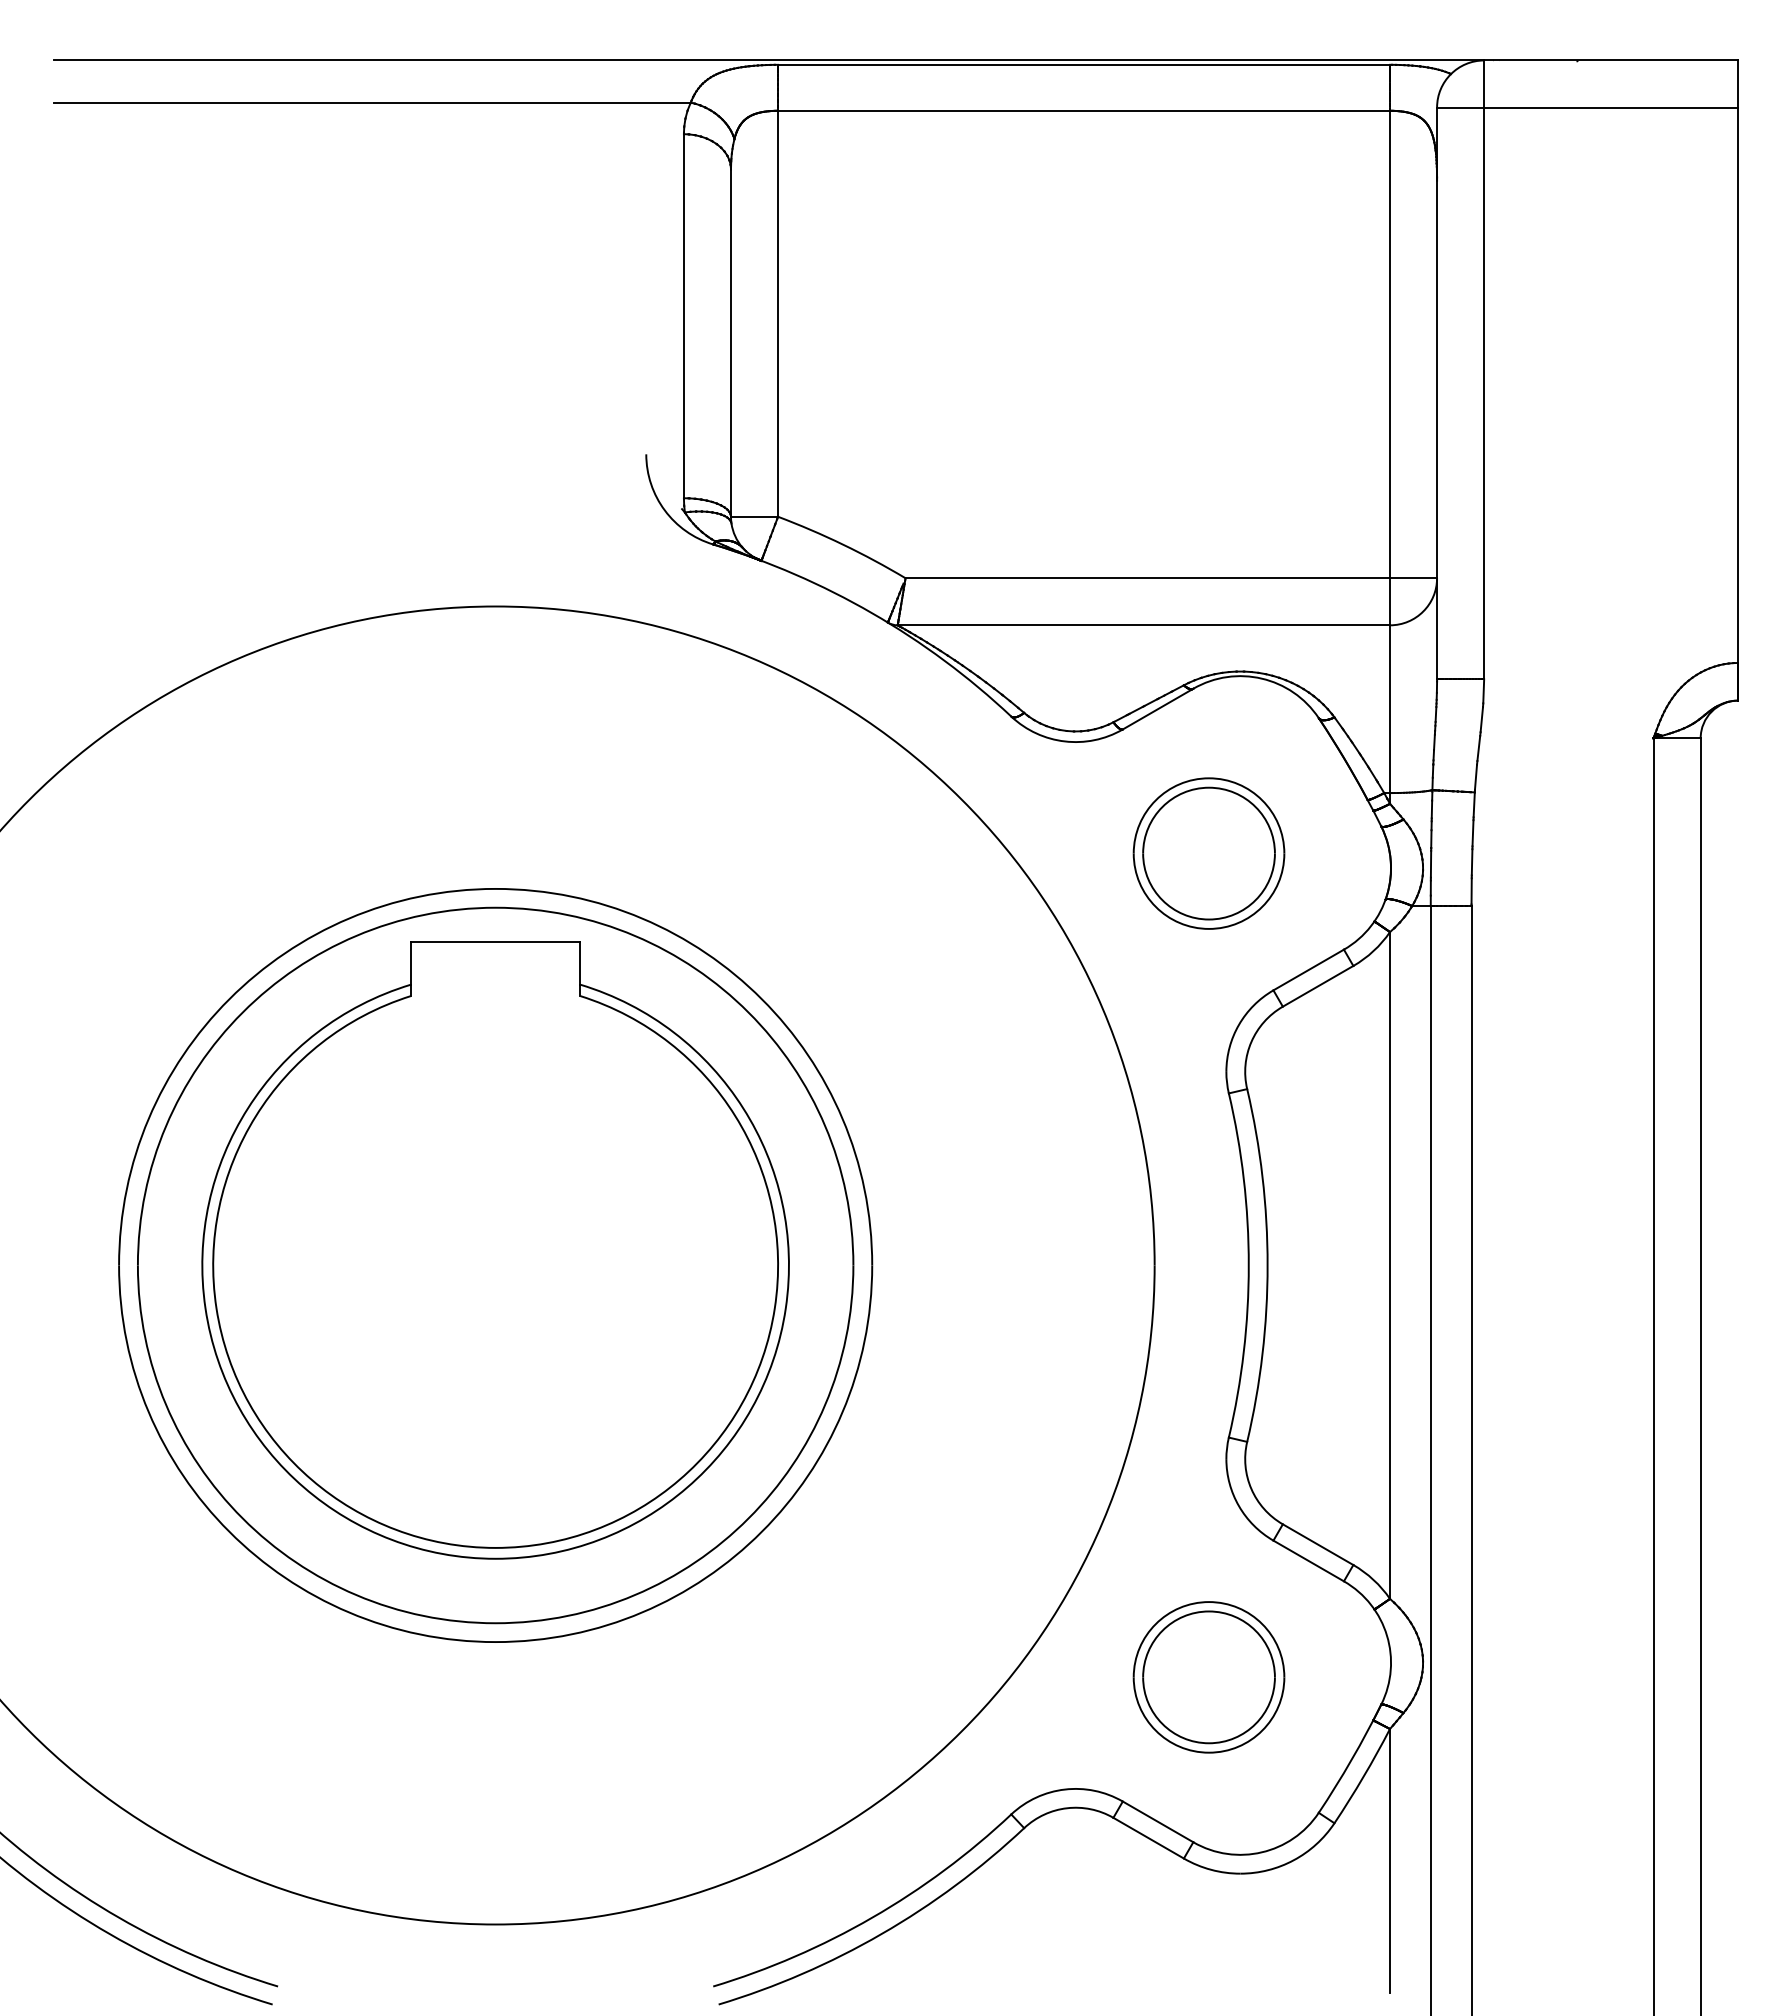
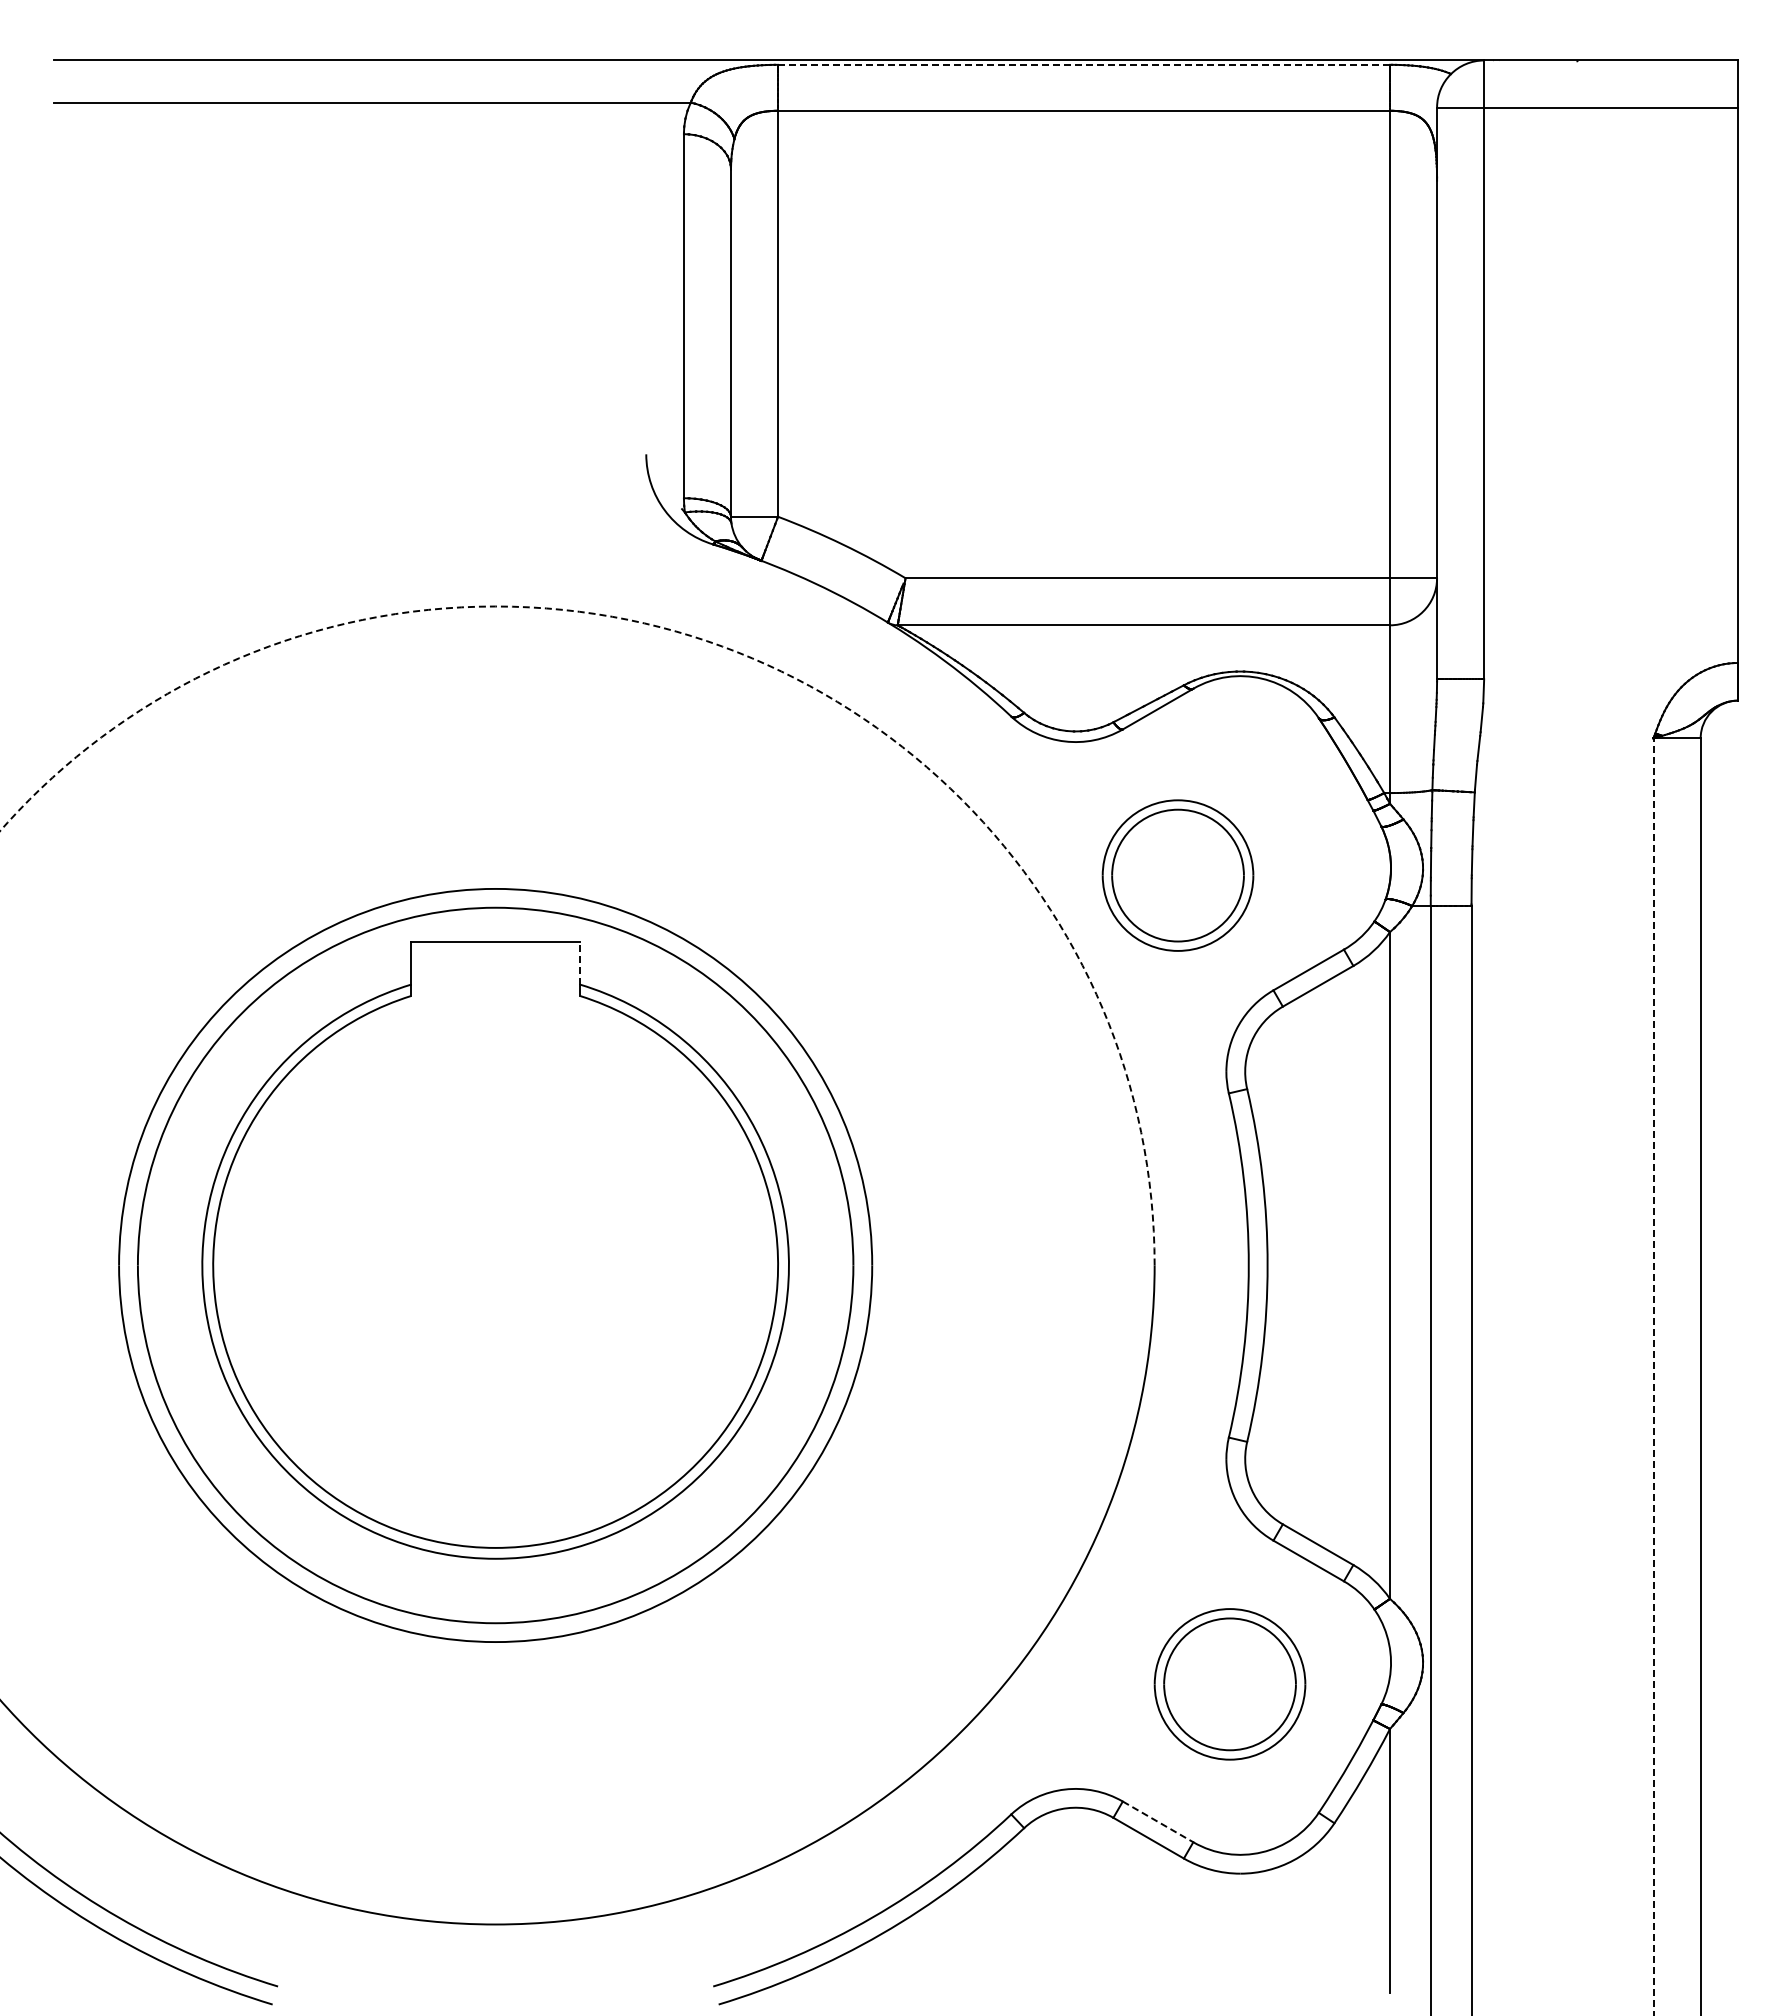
line at (1084, 64): solid -> dashed
arc at (726, 648): solid -> dashed
part at (1208, 853) position: (1208, 853) -> (1177, 875)
line at (580, 963): solid -> dashed
line at (1653, 1376): solid -> dashed
part at (1208, 1677) position: (1208, 1677) -> (1229, 1684)
line at (1158, 1821): solid -> dashed
